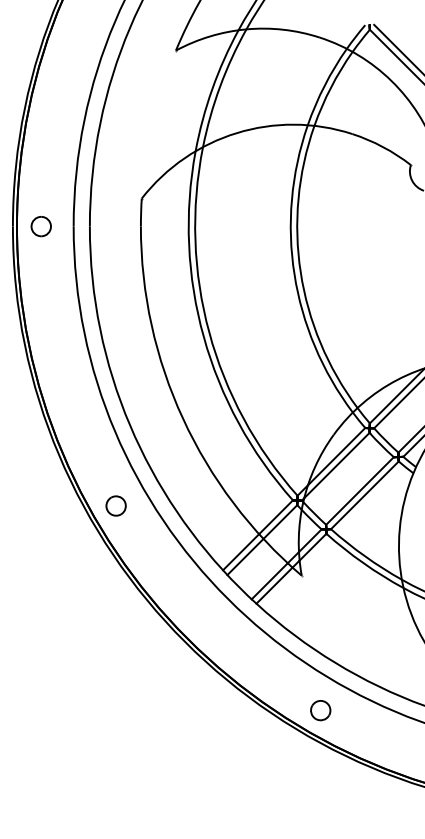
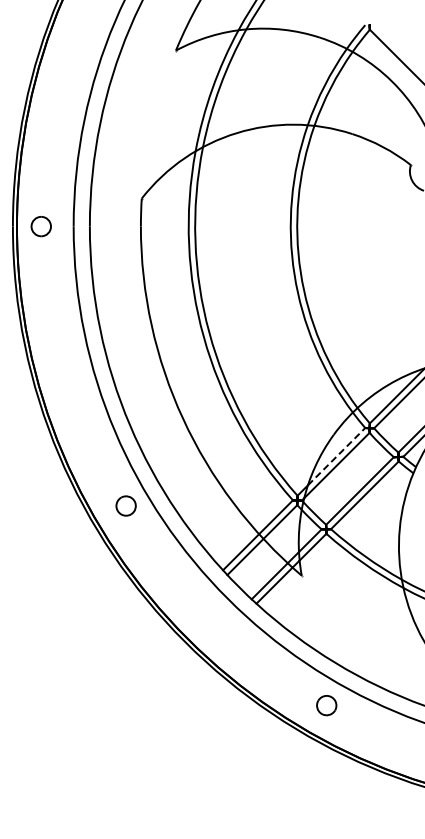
line at (397, 48): present -> none
line at (336, 456): solid -> dashed
part at (115, 505) position: (115, 505) -> (125, 505)
part at (320, 710) position: (320, 710) -> (326, 705)
